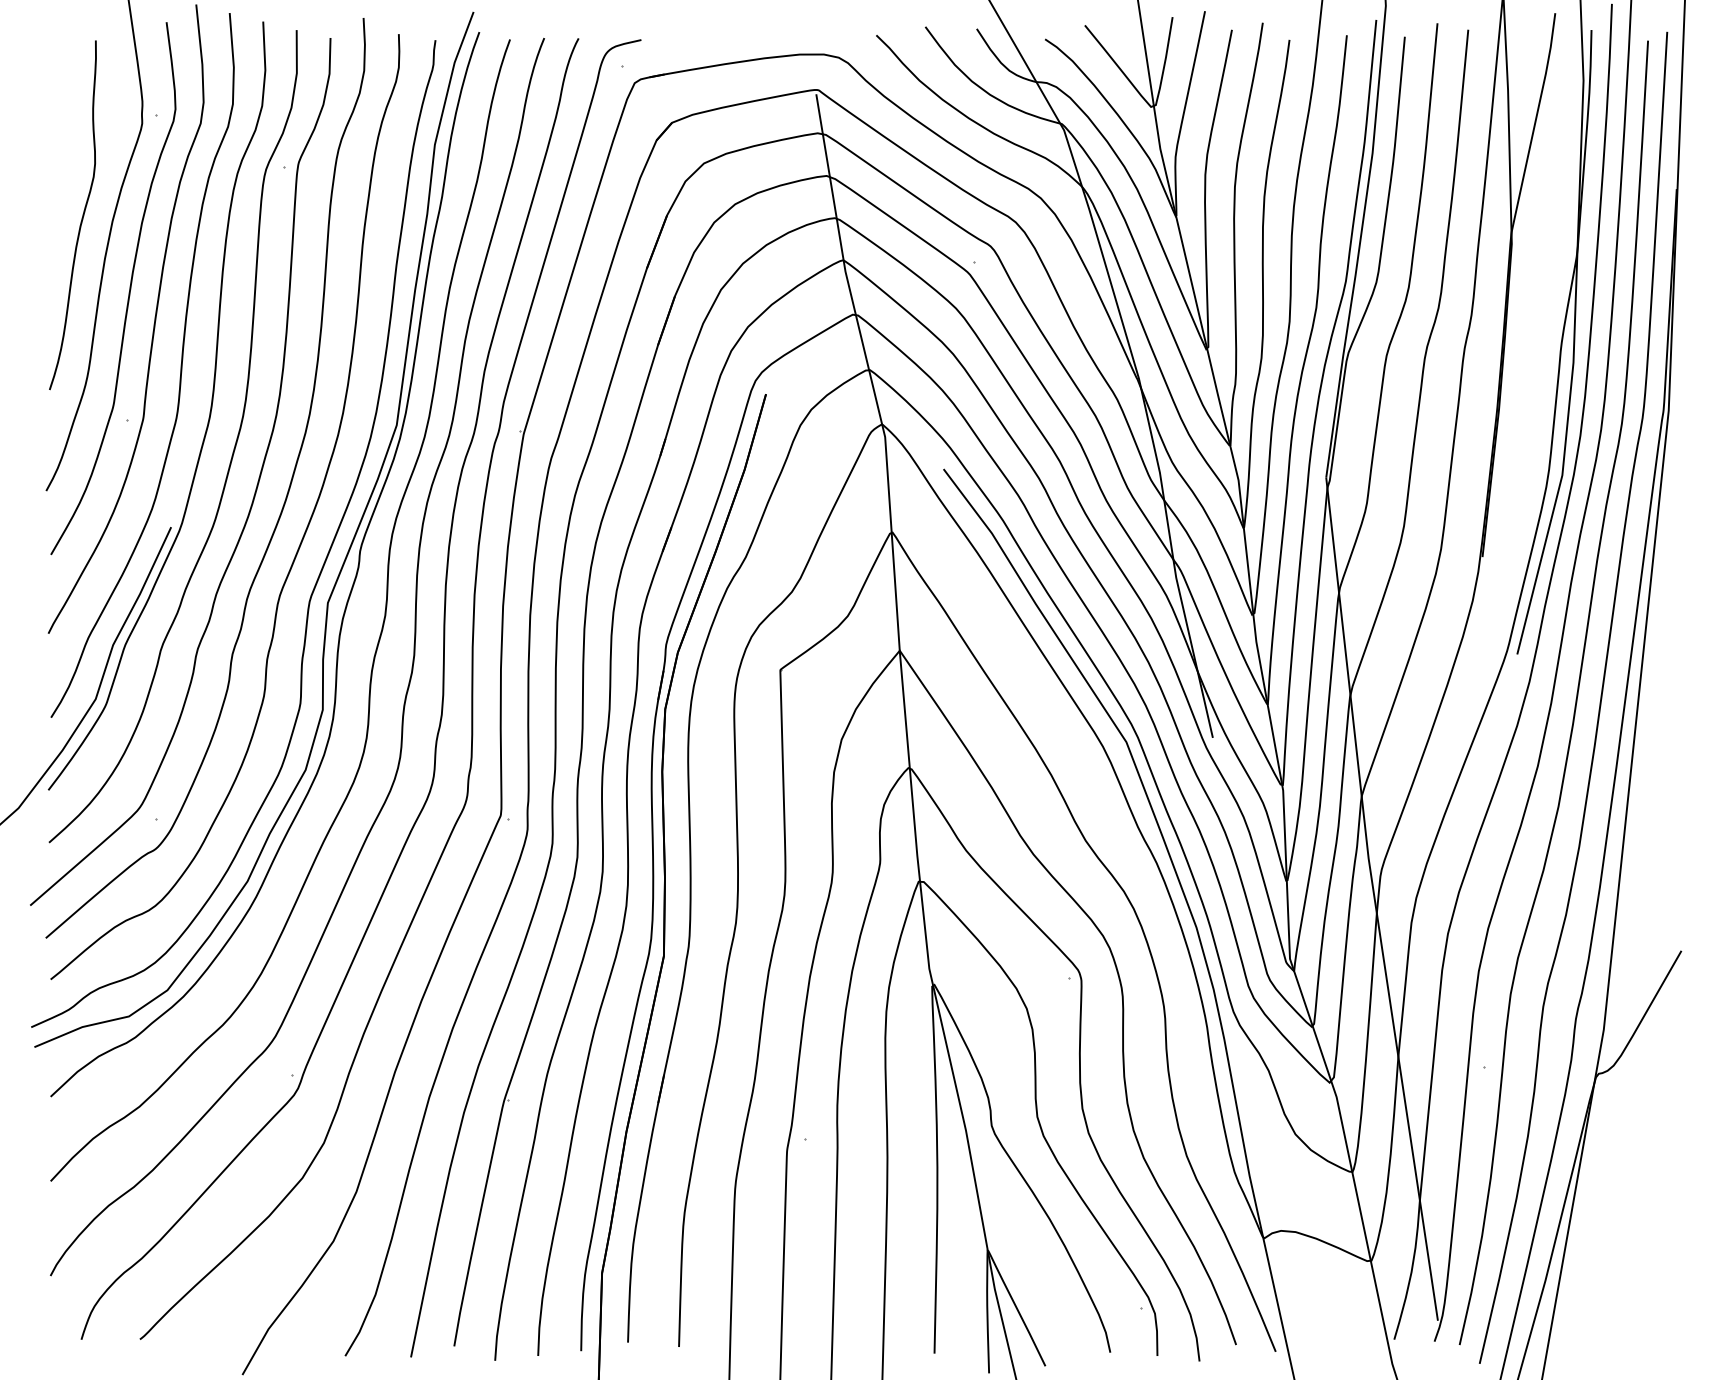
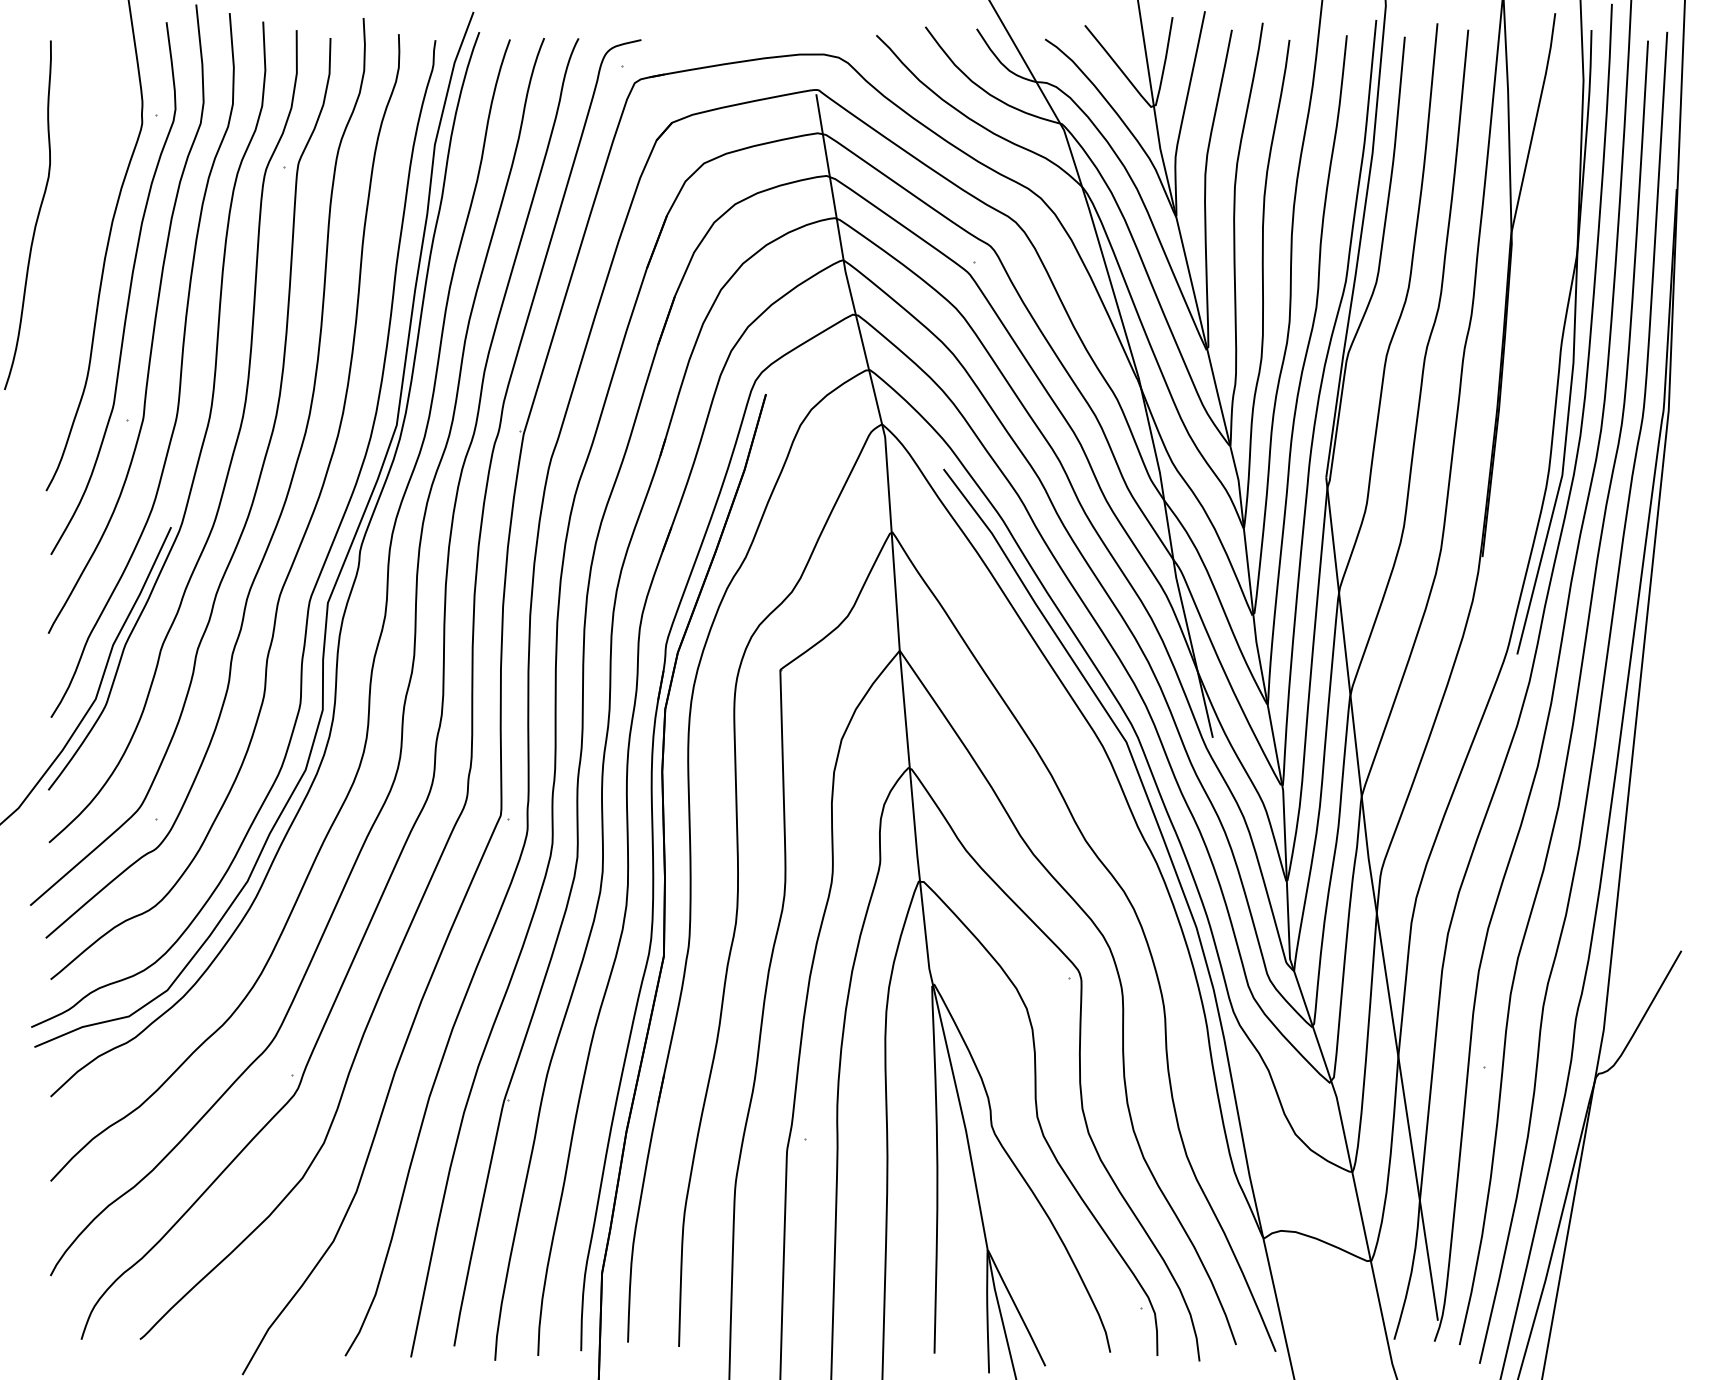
curve at (81, 218) position: (81, 218) -> (36, 218)
